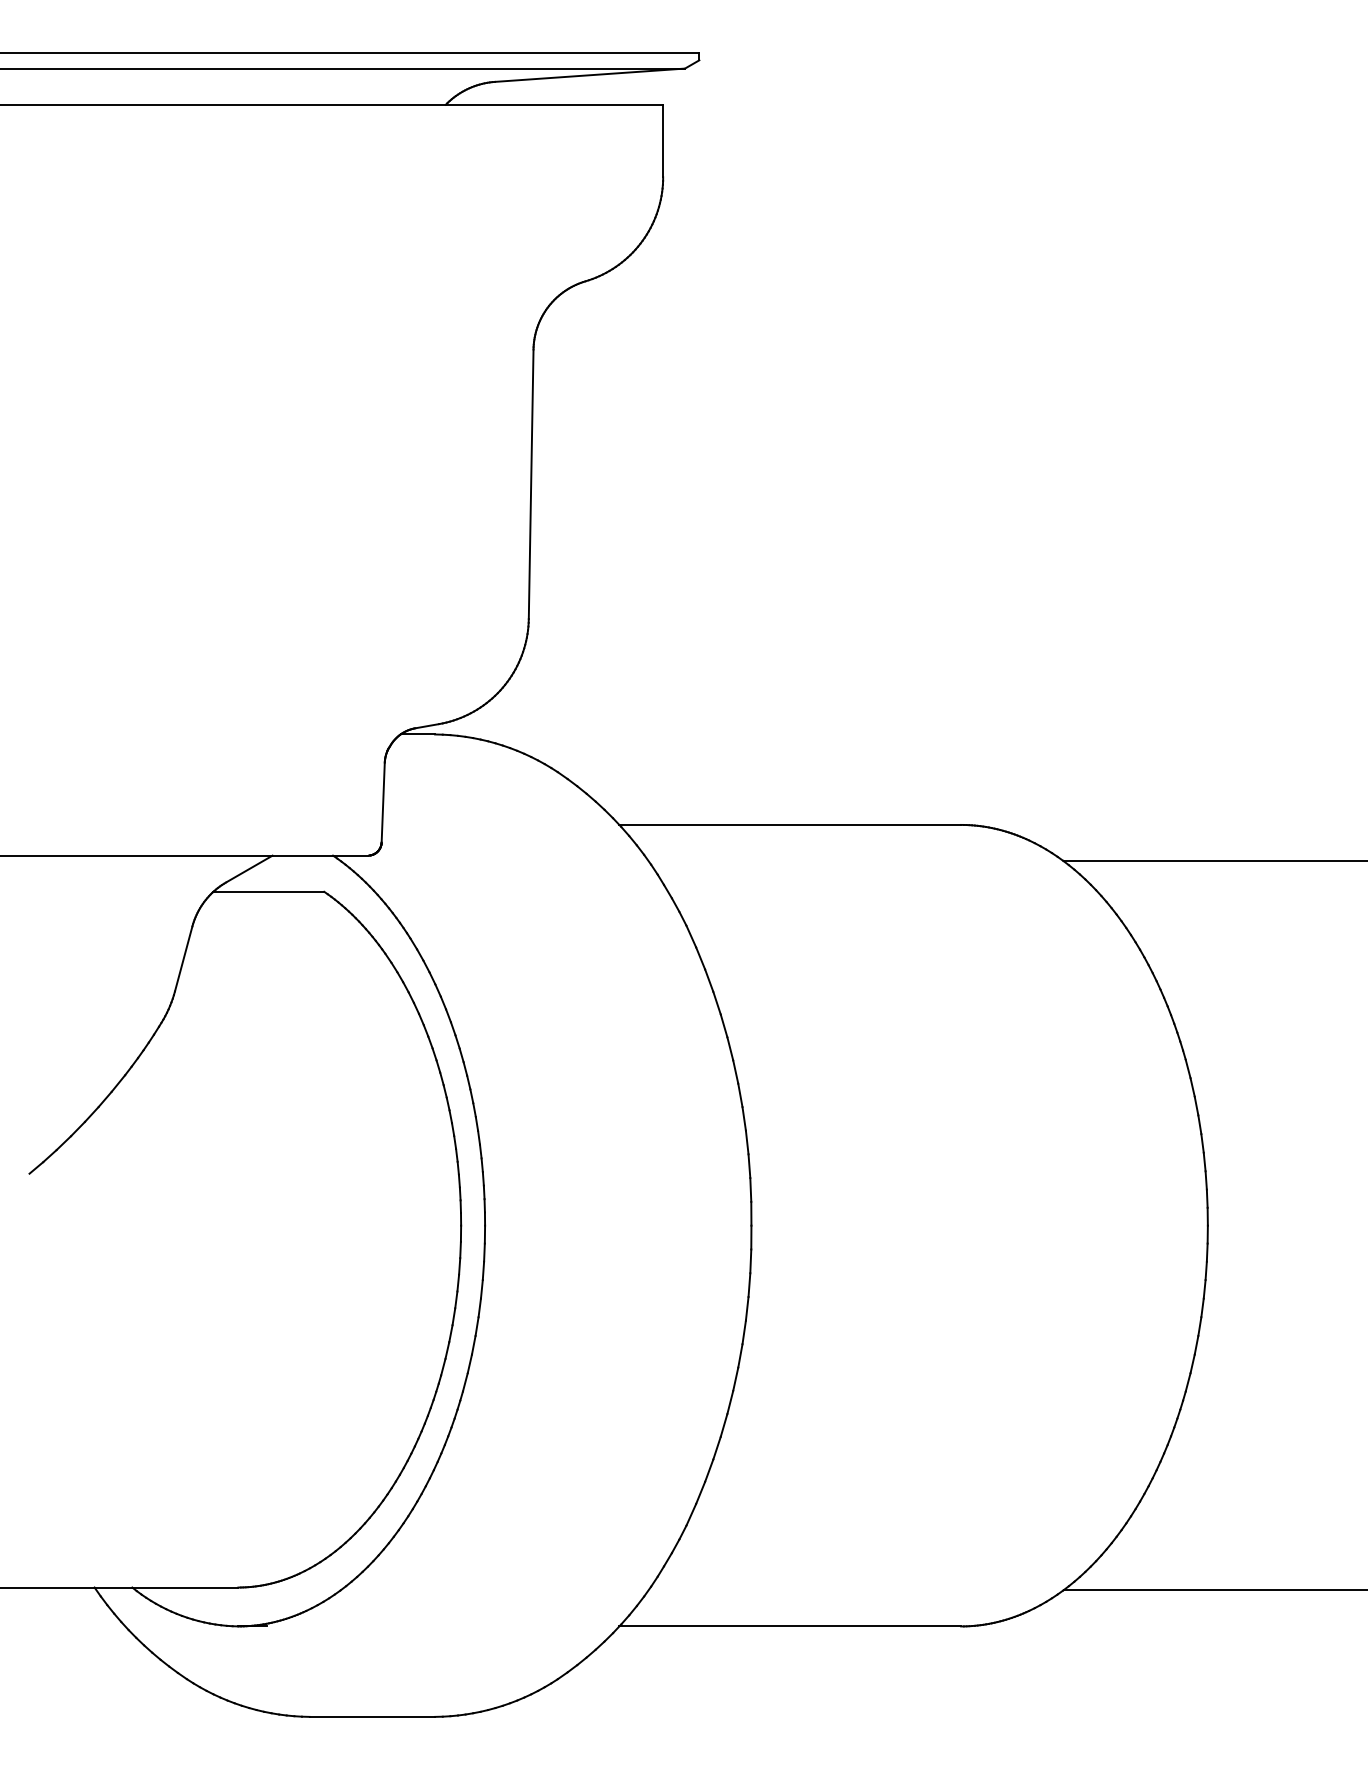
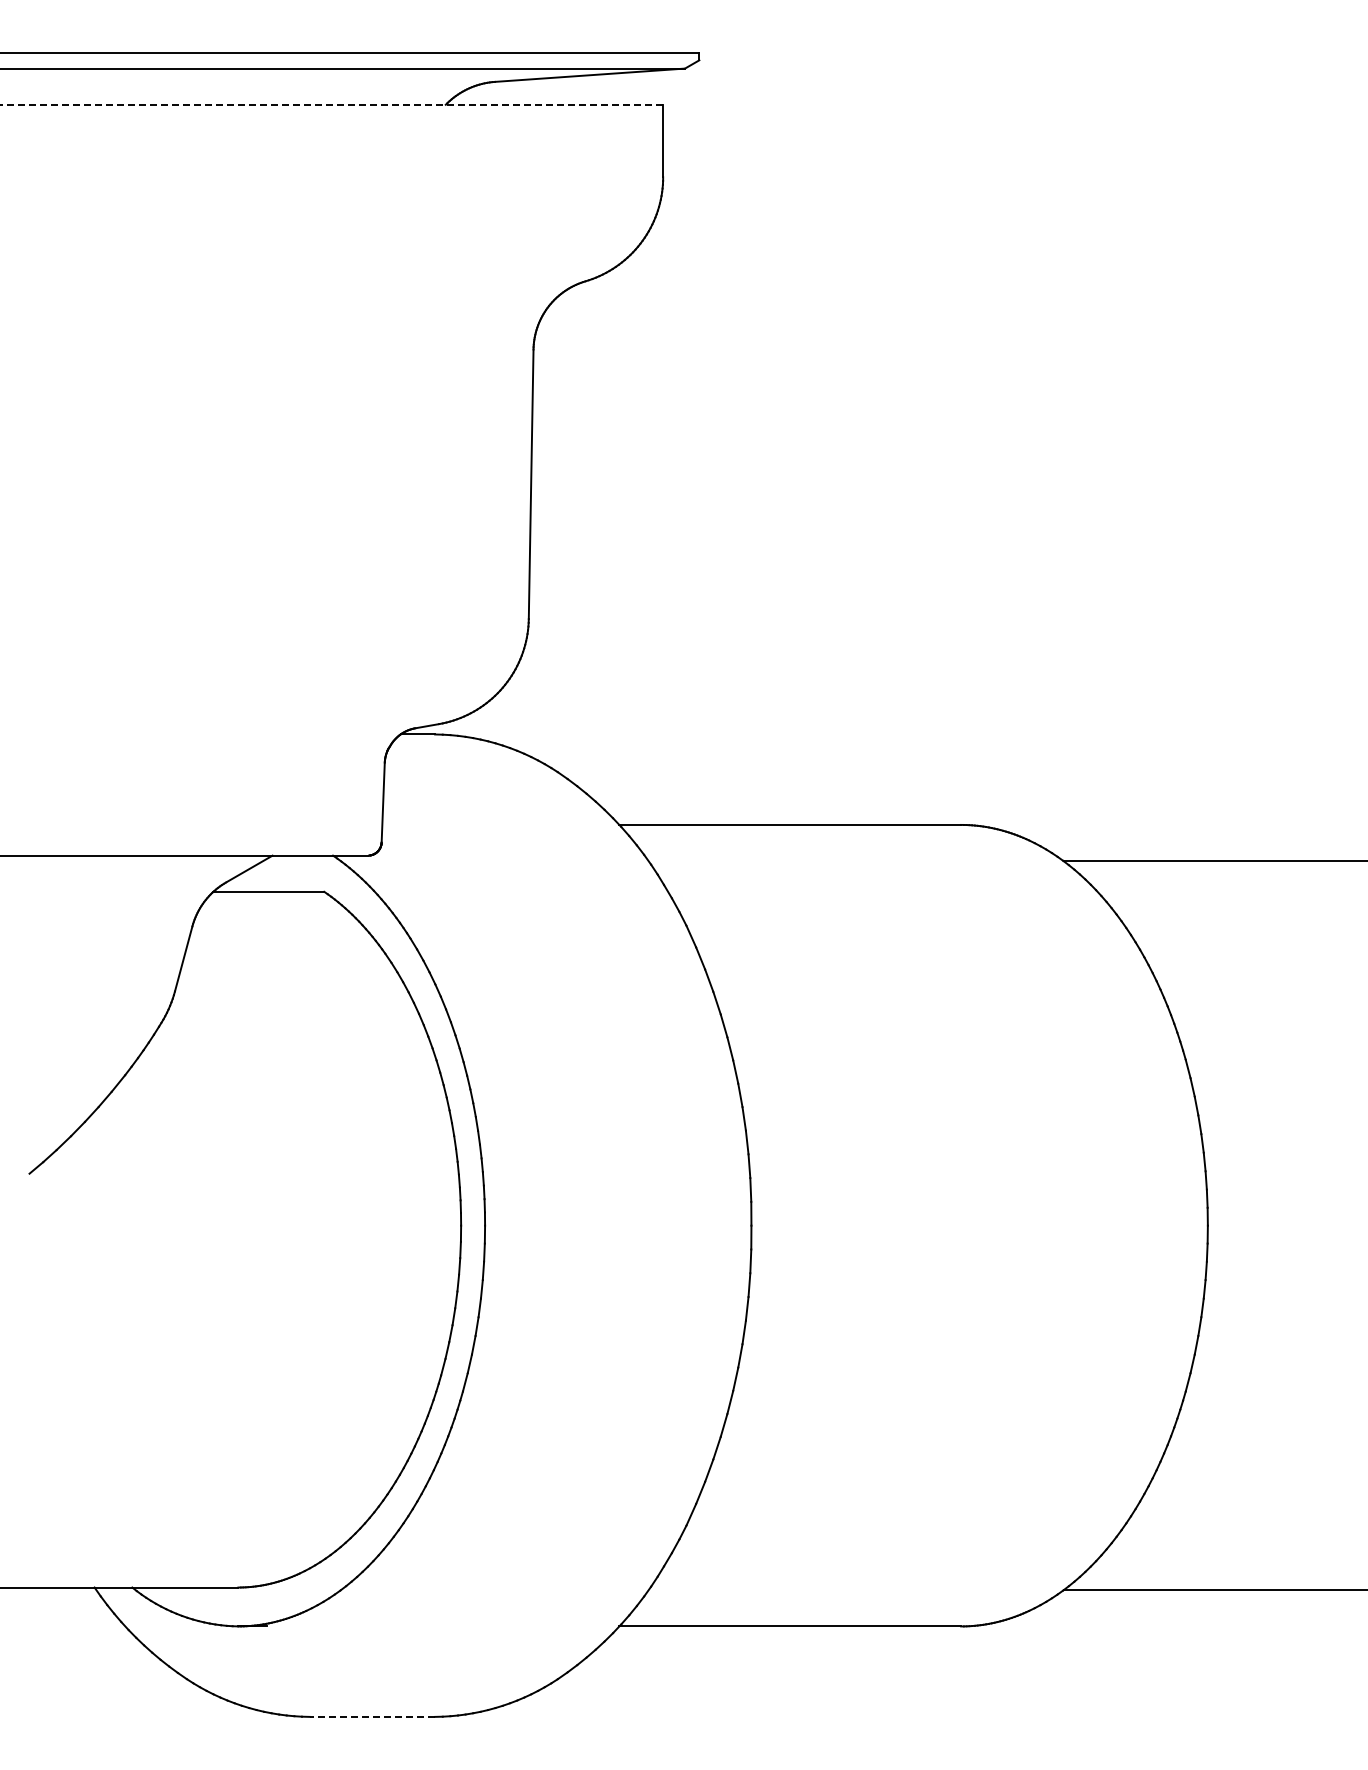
line at (331, 104): solid -> dashed
line at (372, 1716): solid -> dashed
